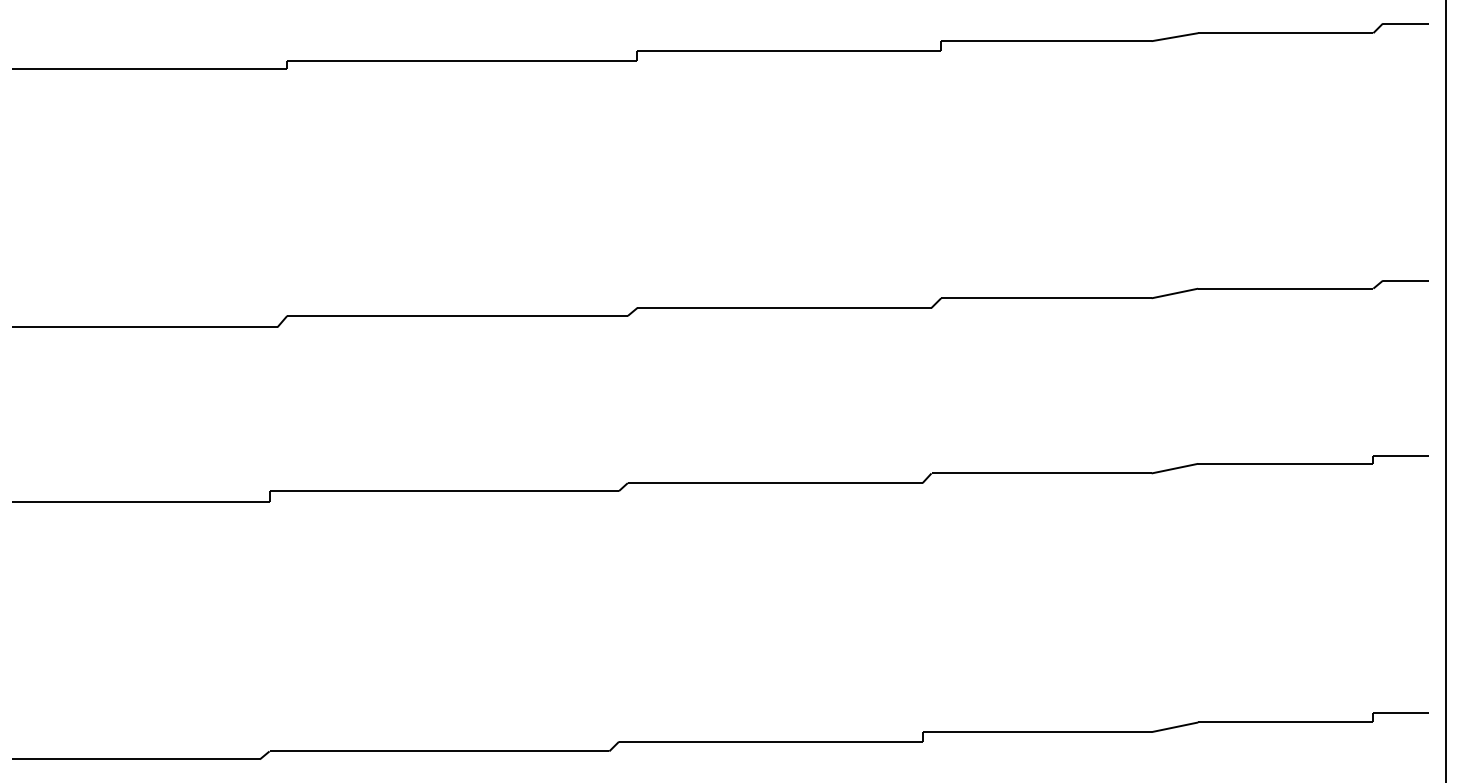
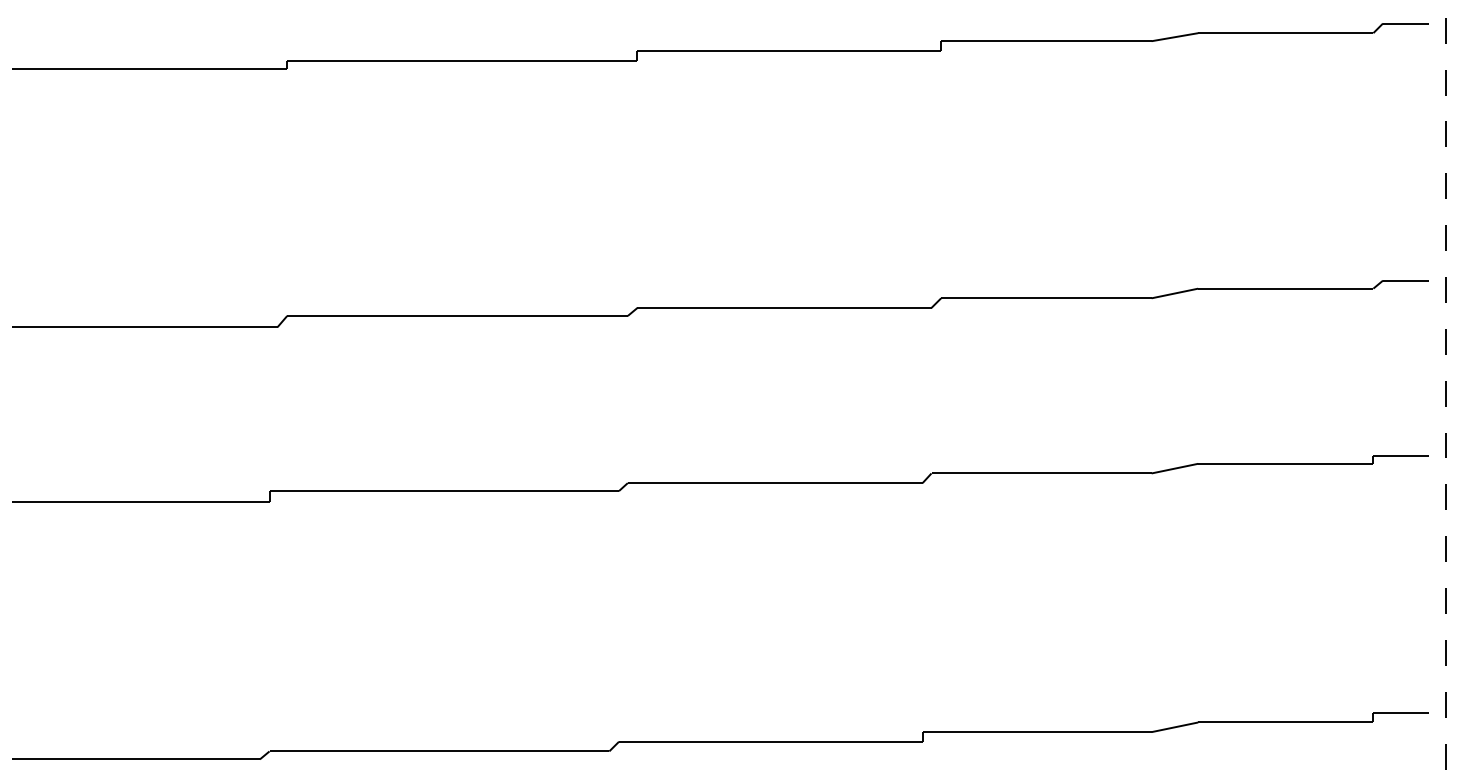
line at (1446, 391): solid -> dashed
